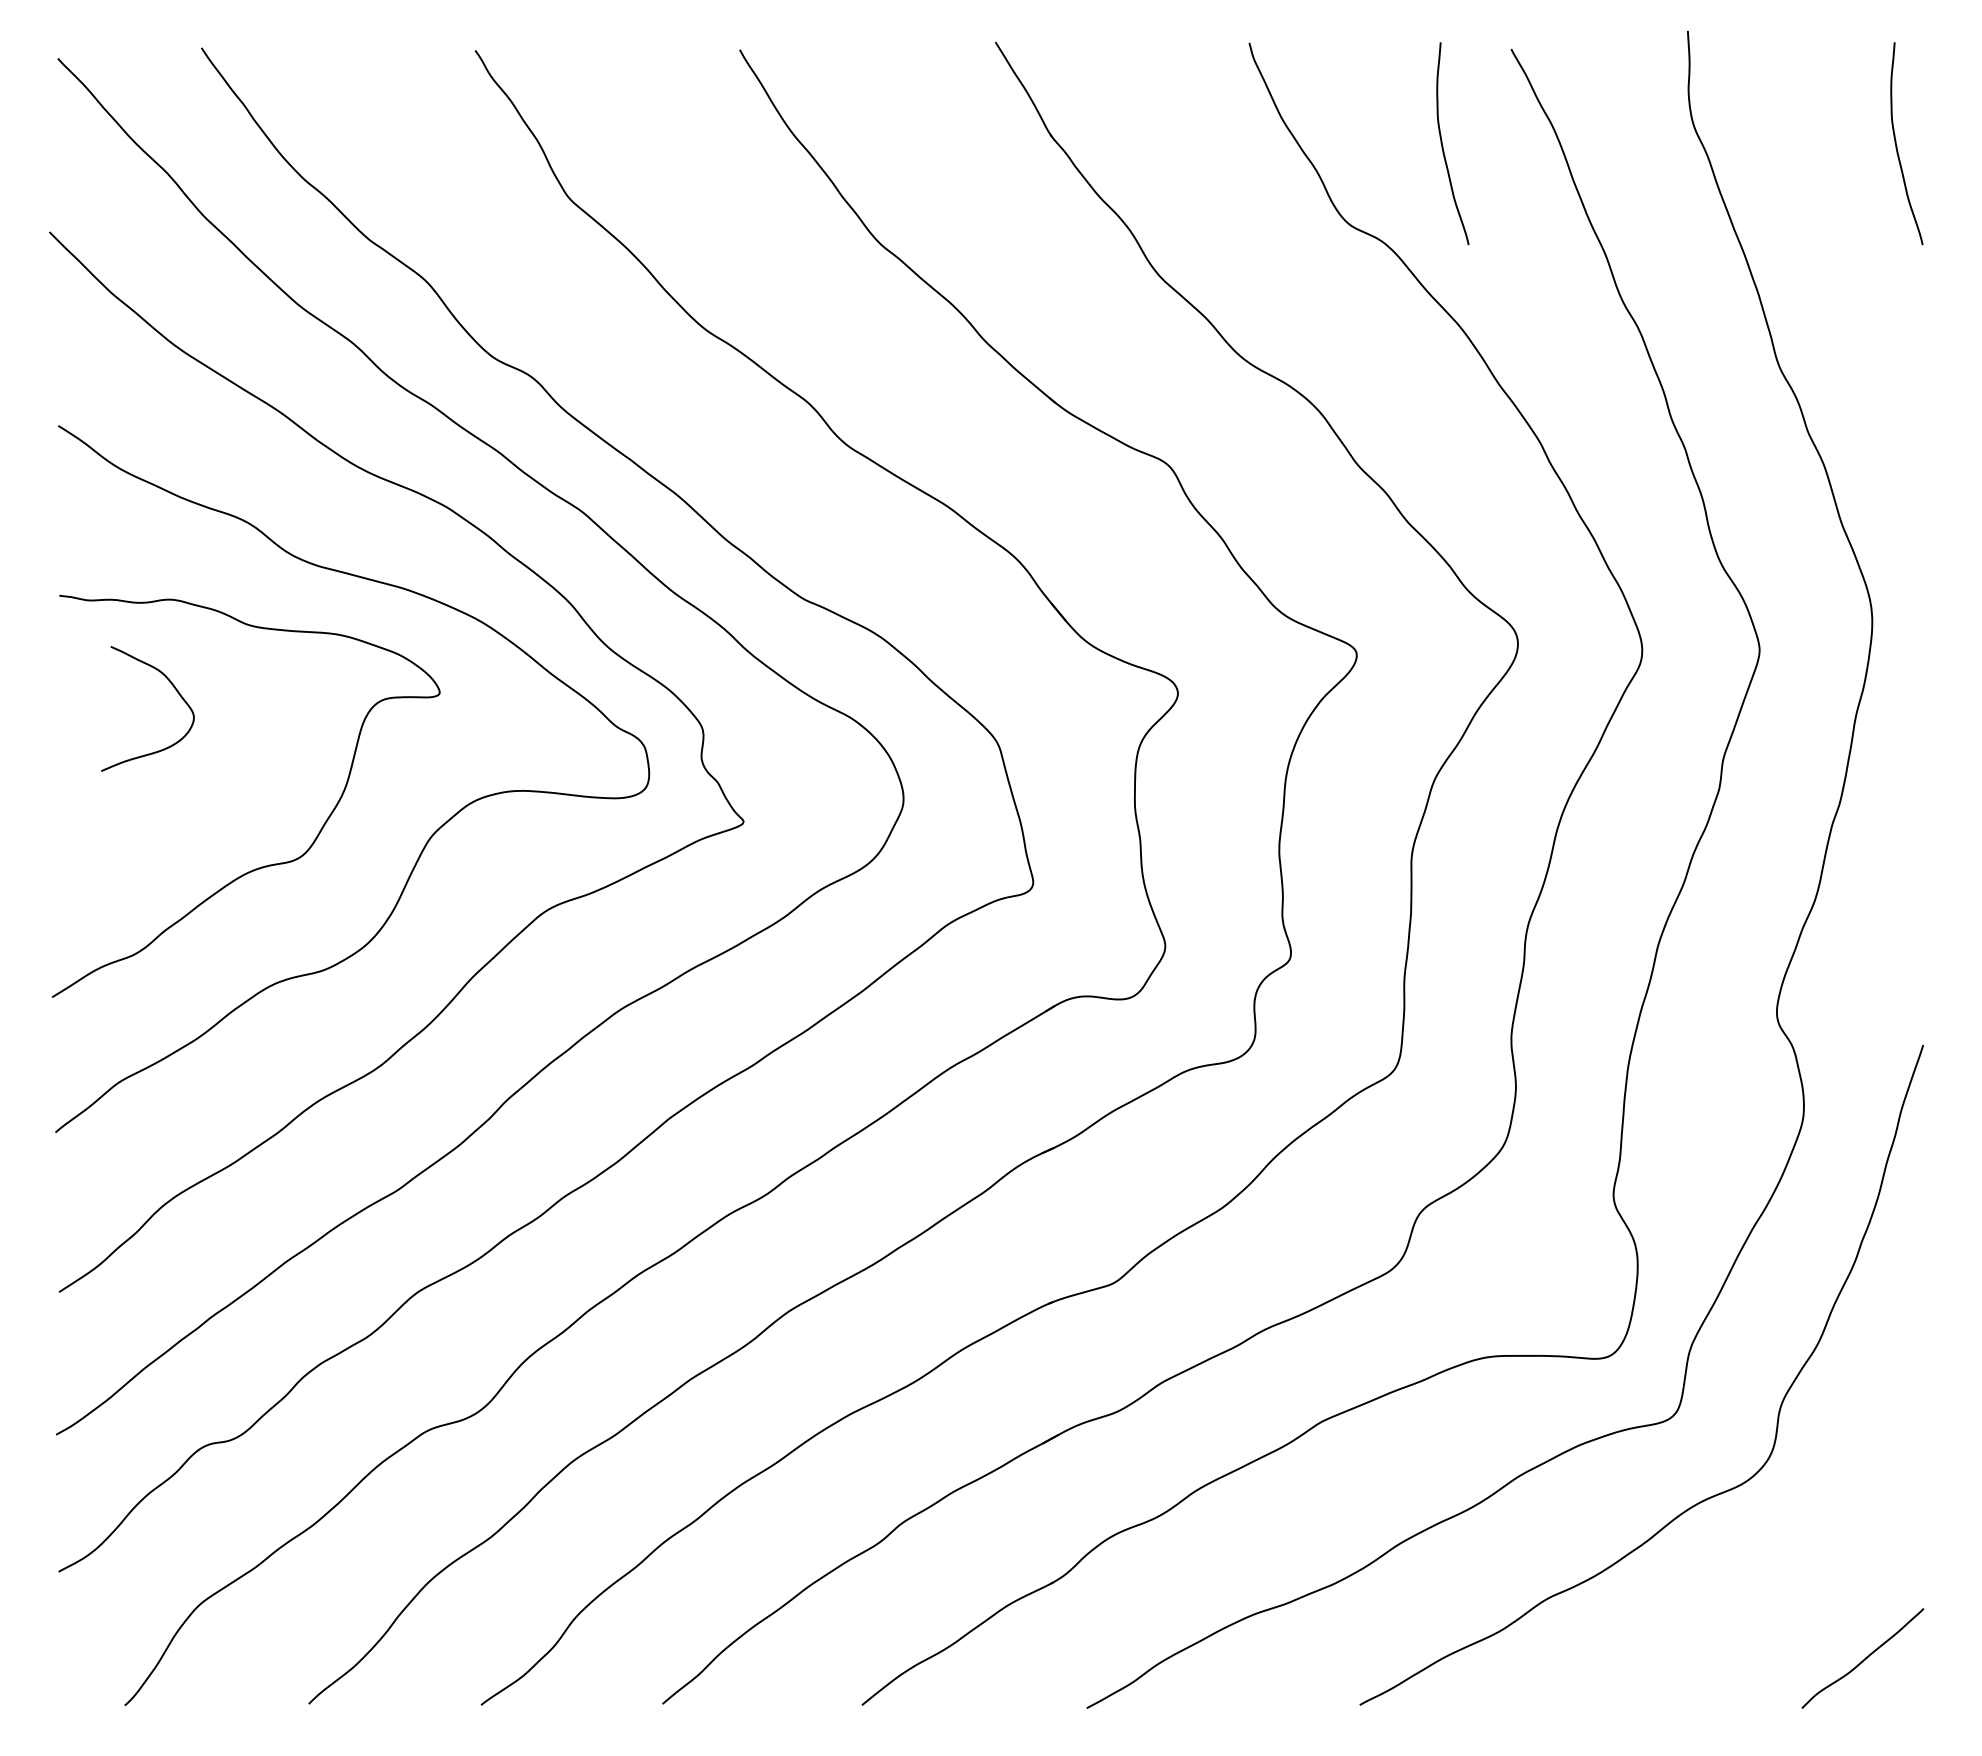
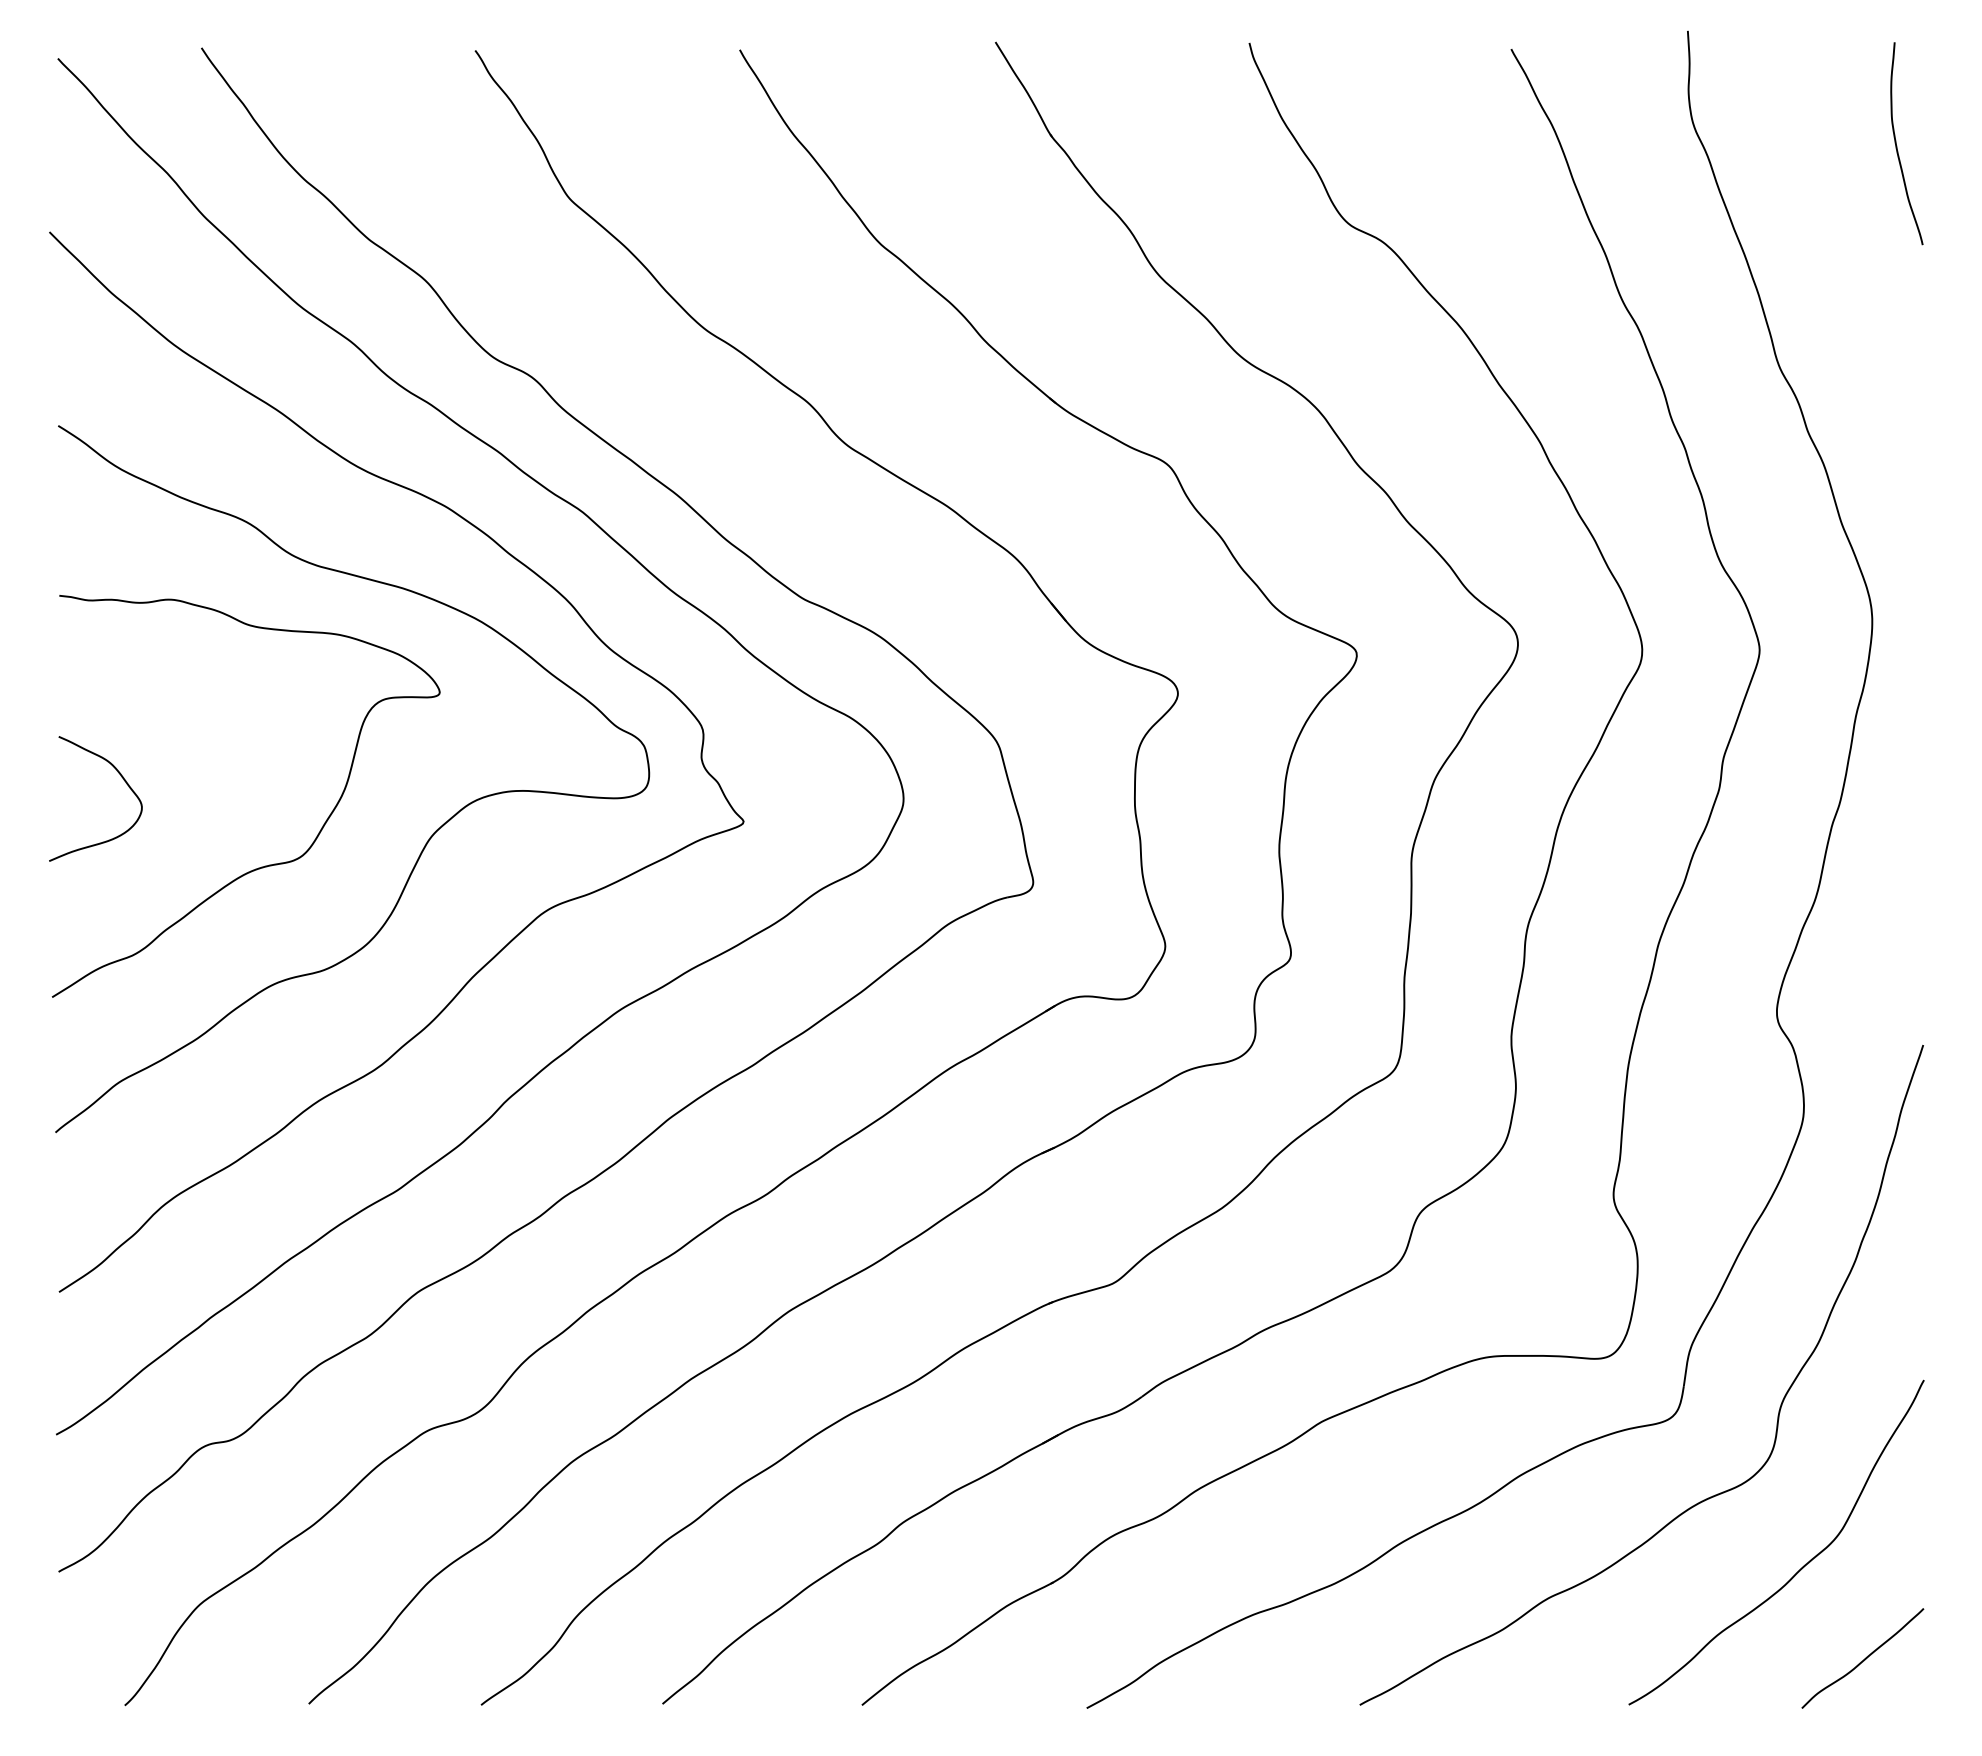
curve at (1443, 145): present -> none
curve at (175, 690) position: (175, 690) -> (123, 780)
curve at (1801, 1567): none -> present
